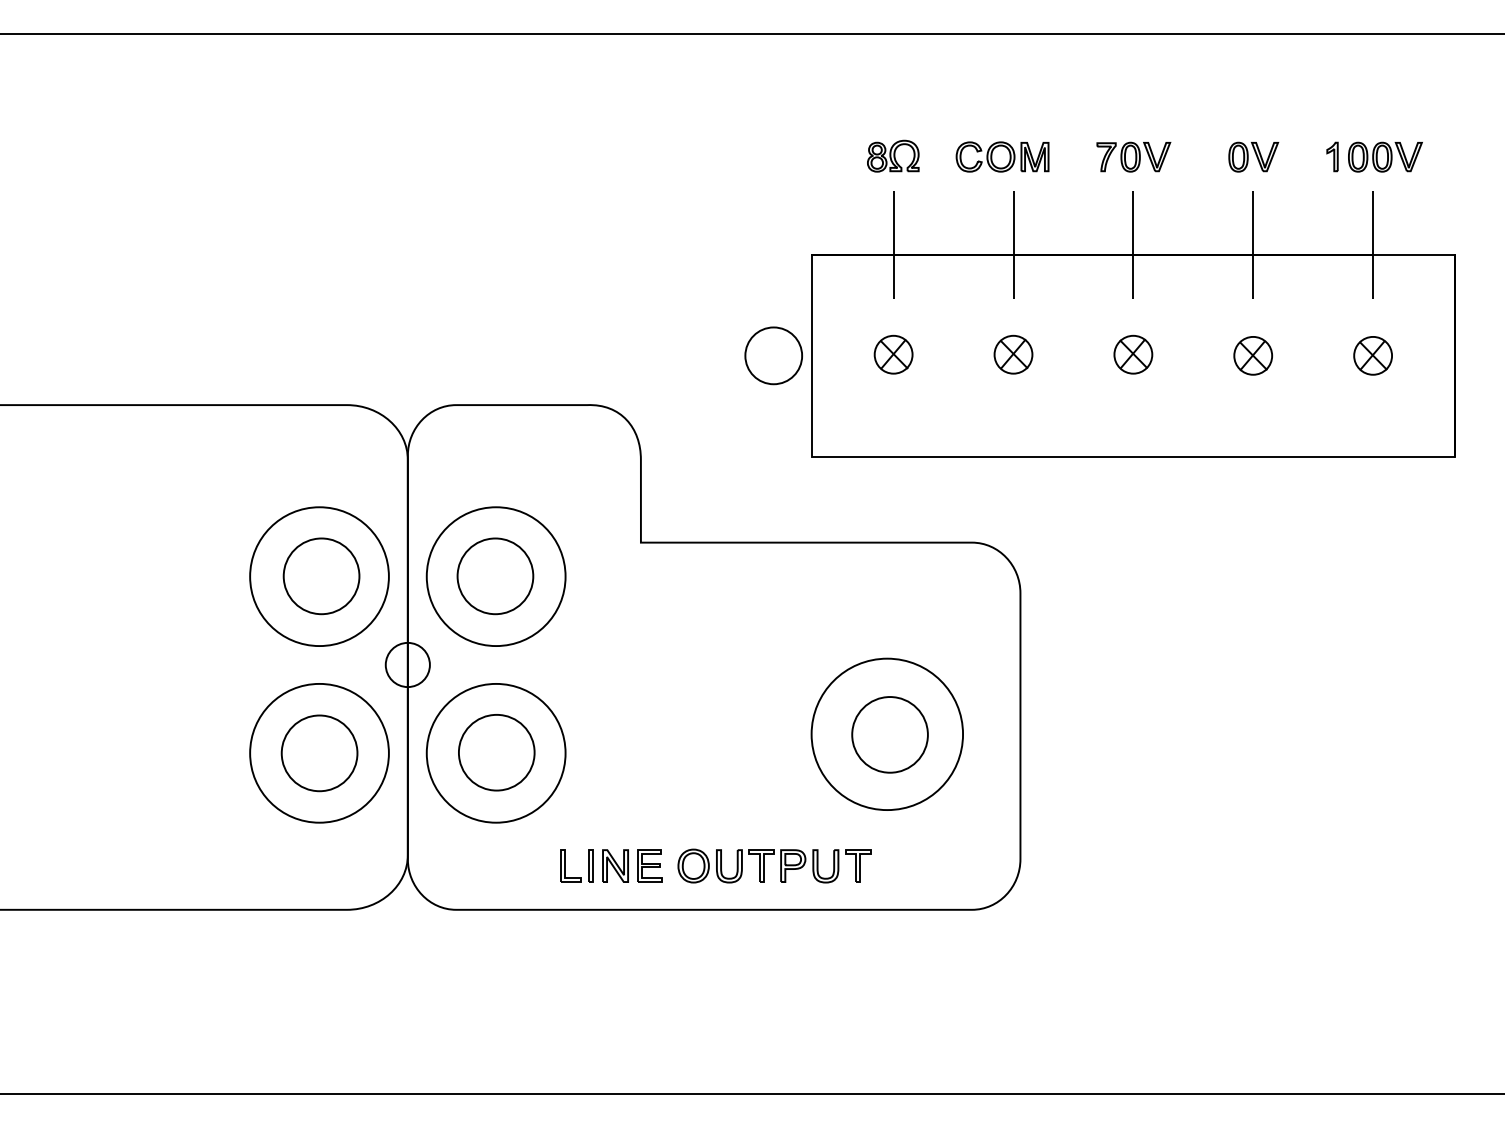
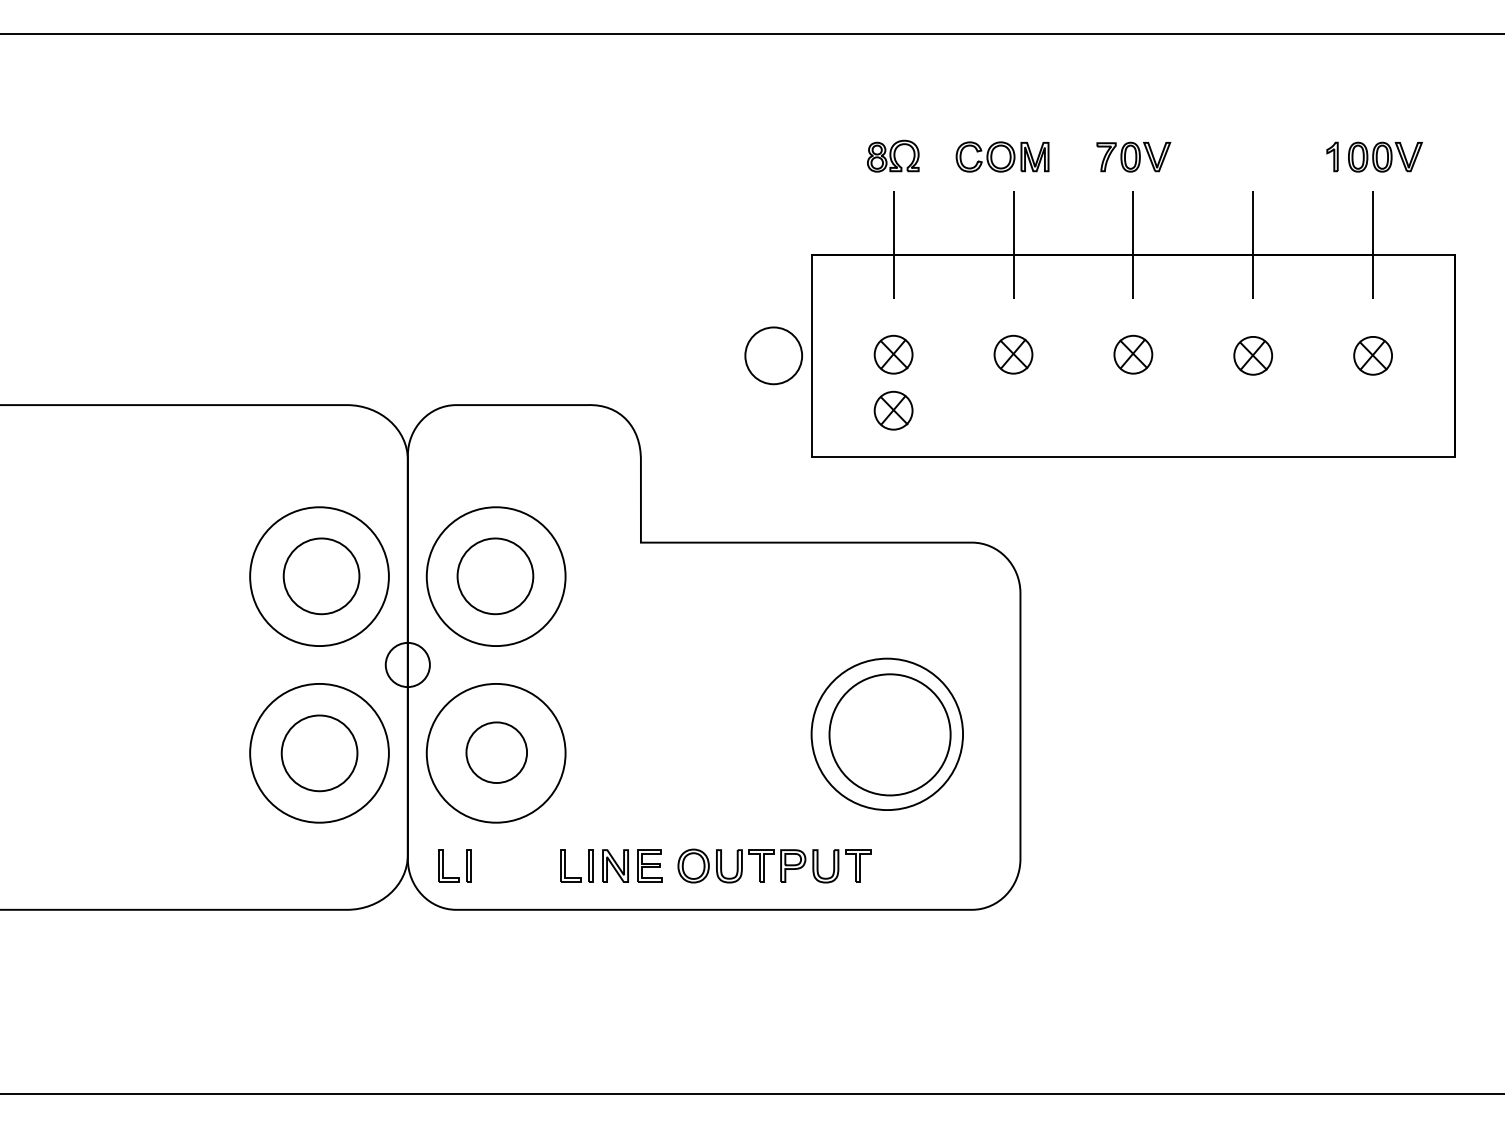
part at (1253, 156): present -> none
part at (893, 410): none -> present
circle at (889, 734) diameter: 76 px -> 121 px
circle at (496, 752) diameter: 76 px -> 61 px
part at (443, 865): none -> present
